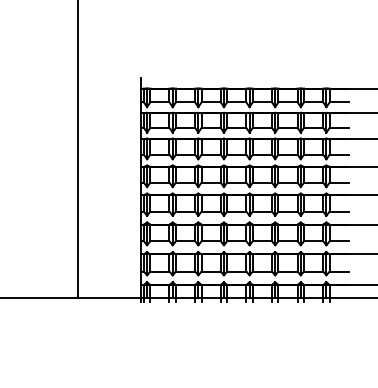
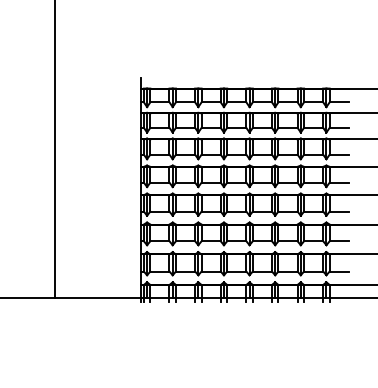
line at (77, 150) position: (77, 150) -> (54, 150)
